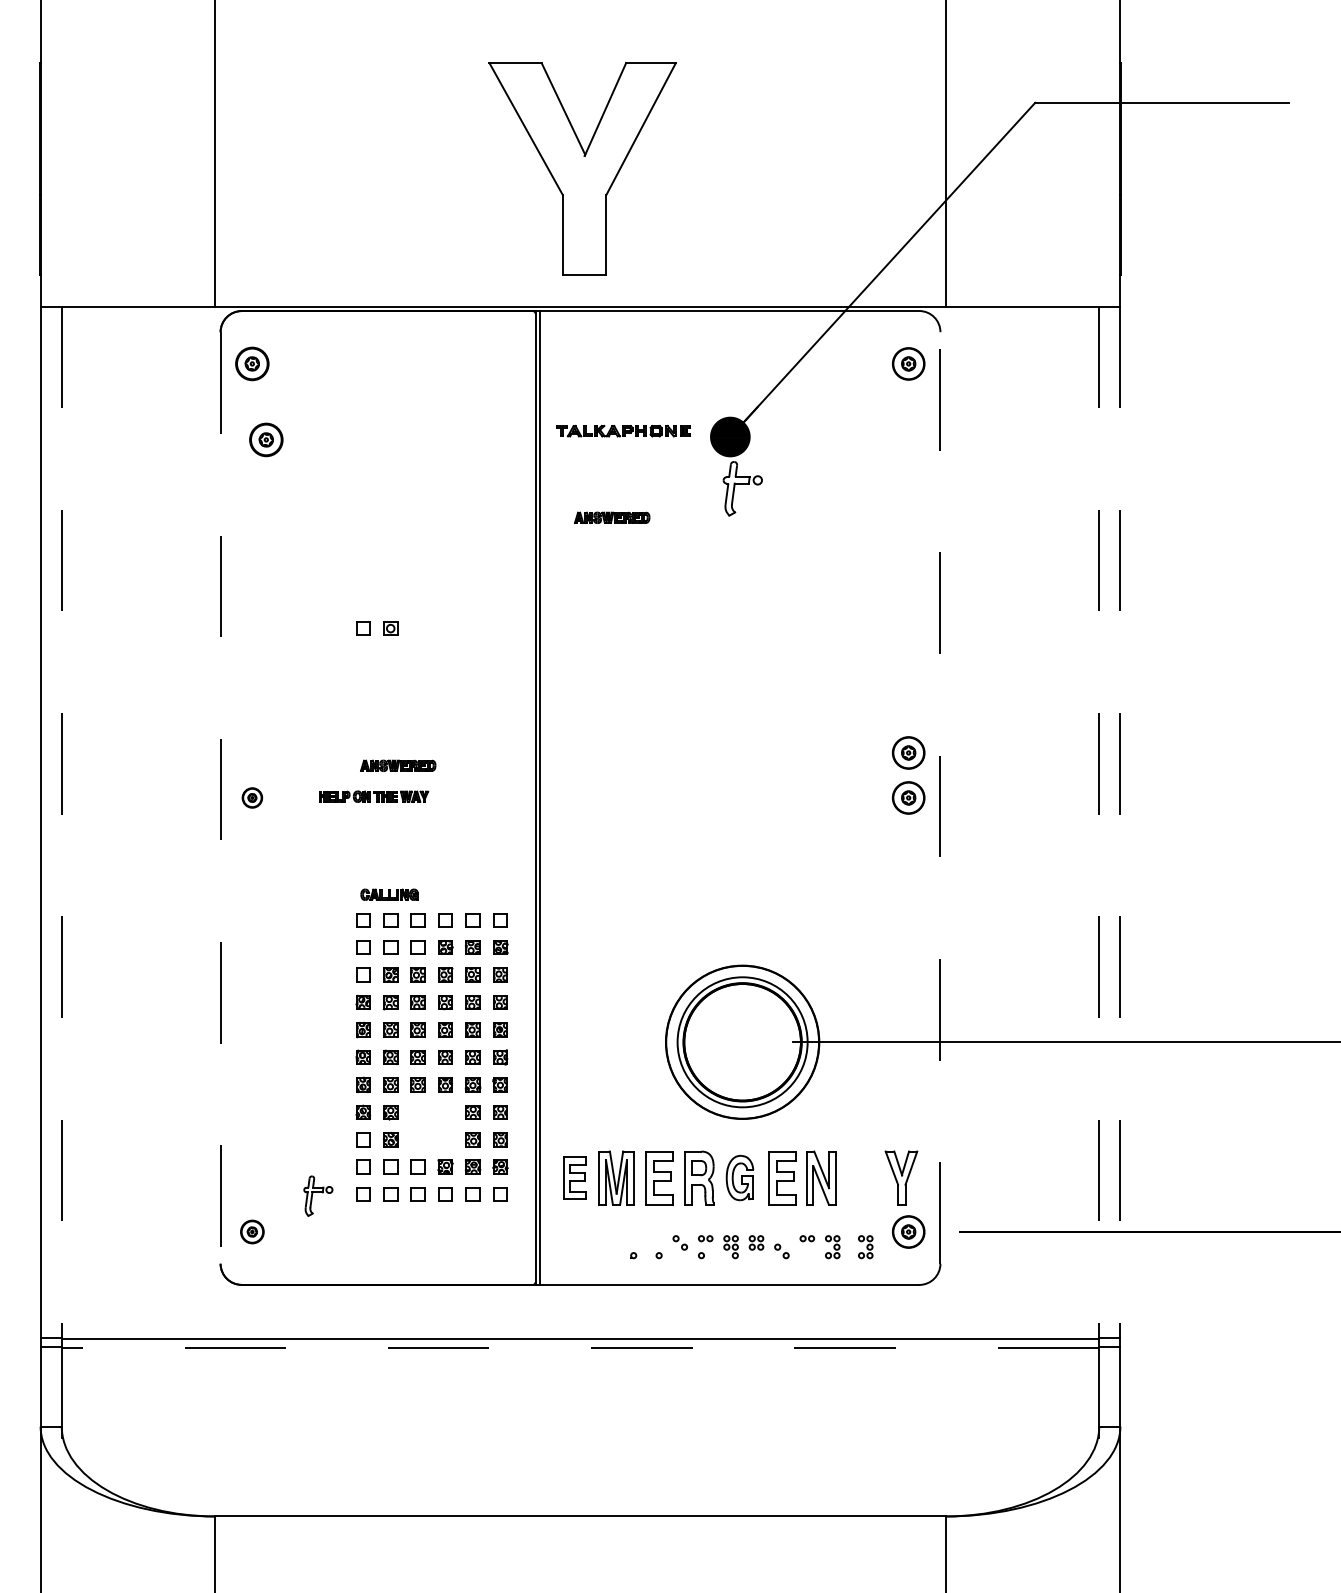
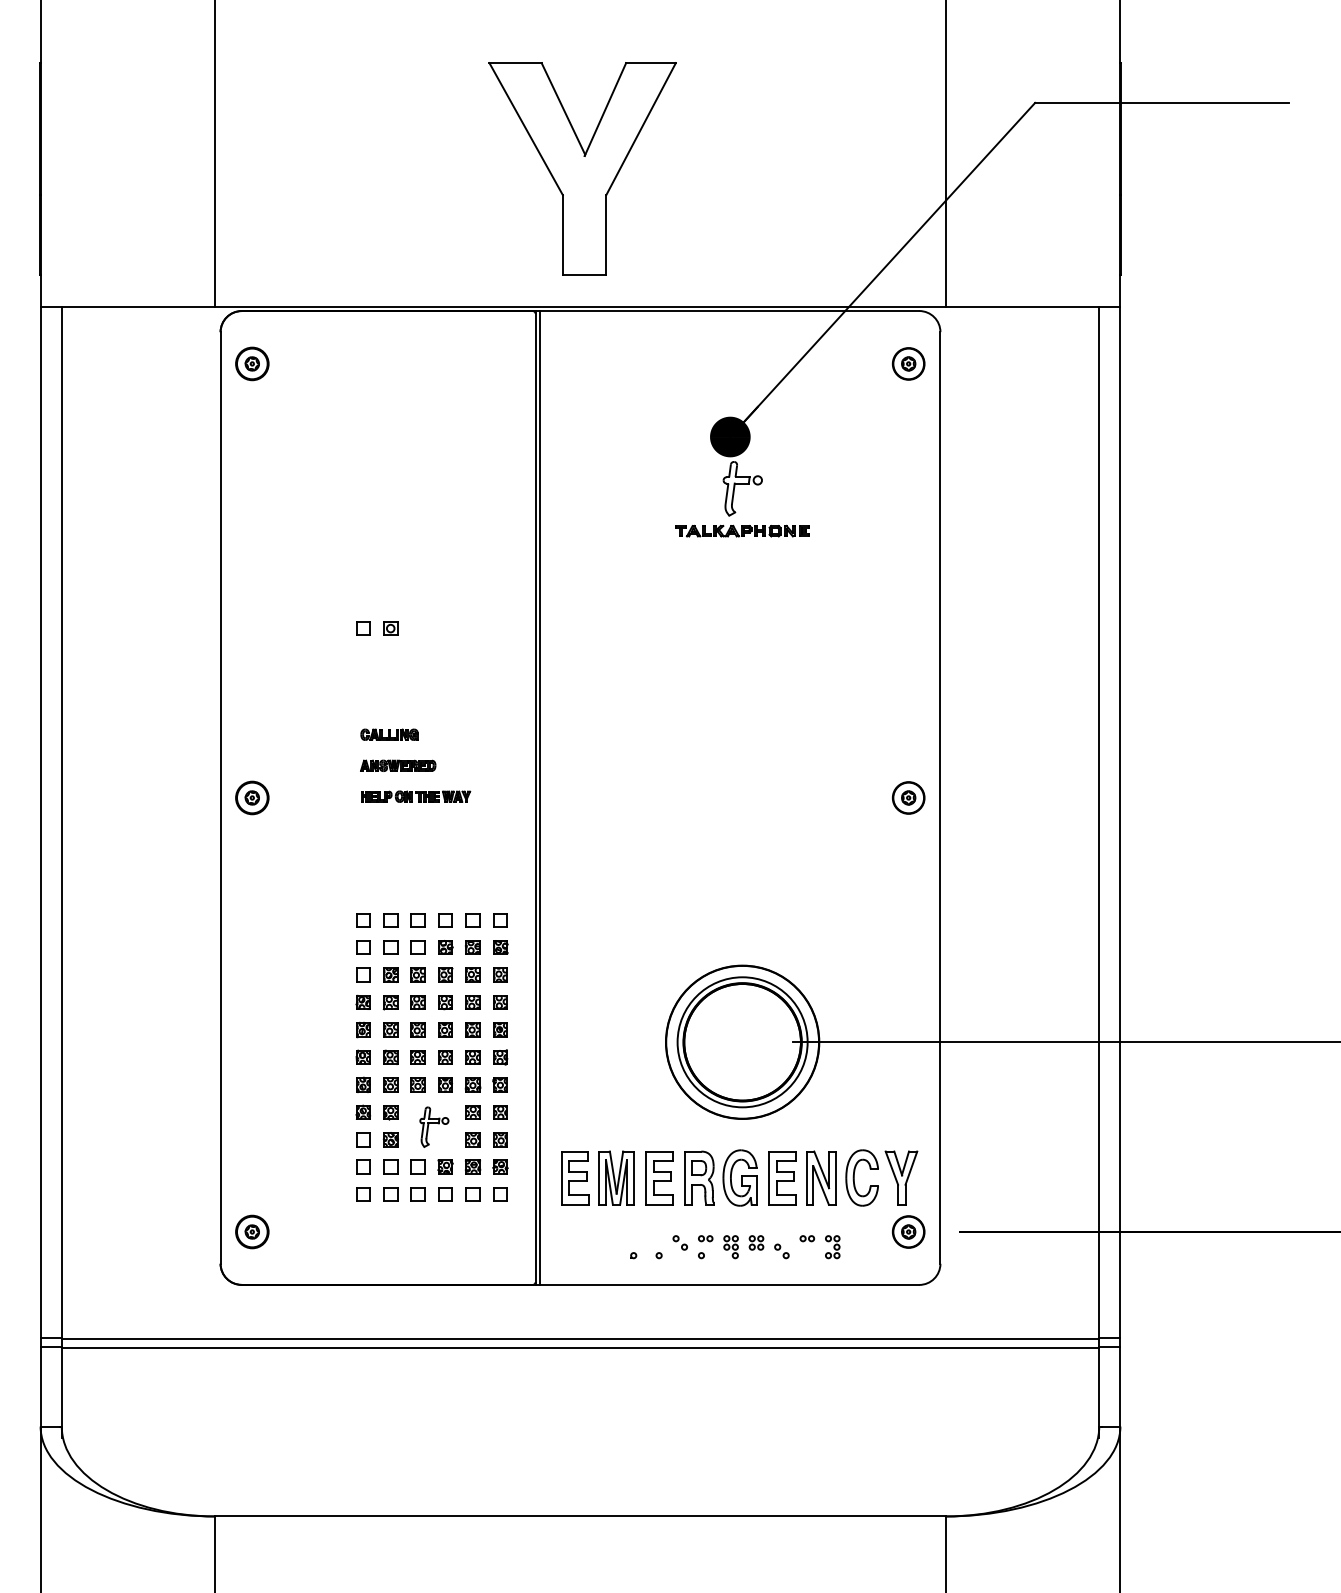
part at (623, 430) position: (623, 430) -> (742, 530)
part at (266, 439): present -> none
part at (612, 517): present -> none
part at (908, 752): present -> none
part at (374, 796) position: (374, 796) -> (416, 796)
line at (220, 797): dashed -> solid
part at (252, 797) size: 23x22 px -> 35x36 px
line at (940, 797): dashed -> solid
line at (61, 822): dashed -> solid
line at (1099, 822): dashed -> solid
line at (1120, 822): dashed -> solid
part at (389, 894) position: (389, 894) -> (389, 734)
part at (574, 1177) size: 24x44 px -> 29x55 px
part at (739, 1177) size: 30x48 px -> 36x58 px
part at (854, 1177): none -> present
part at (318, 1195) position: (318, 1195) -> (434, 1126)
part at (252, 1231) size: 25x26 px -> 35x36 px
part at (865, 1247): present -> none
line at (580, 1348): dashed -> solid
